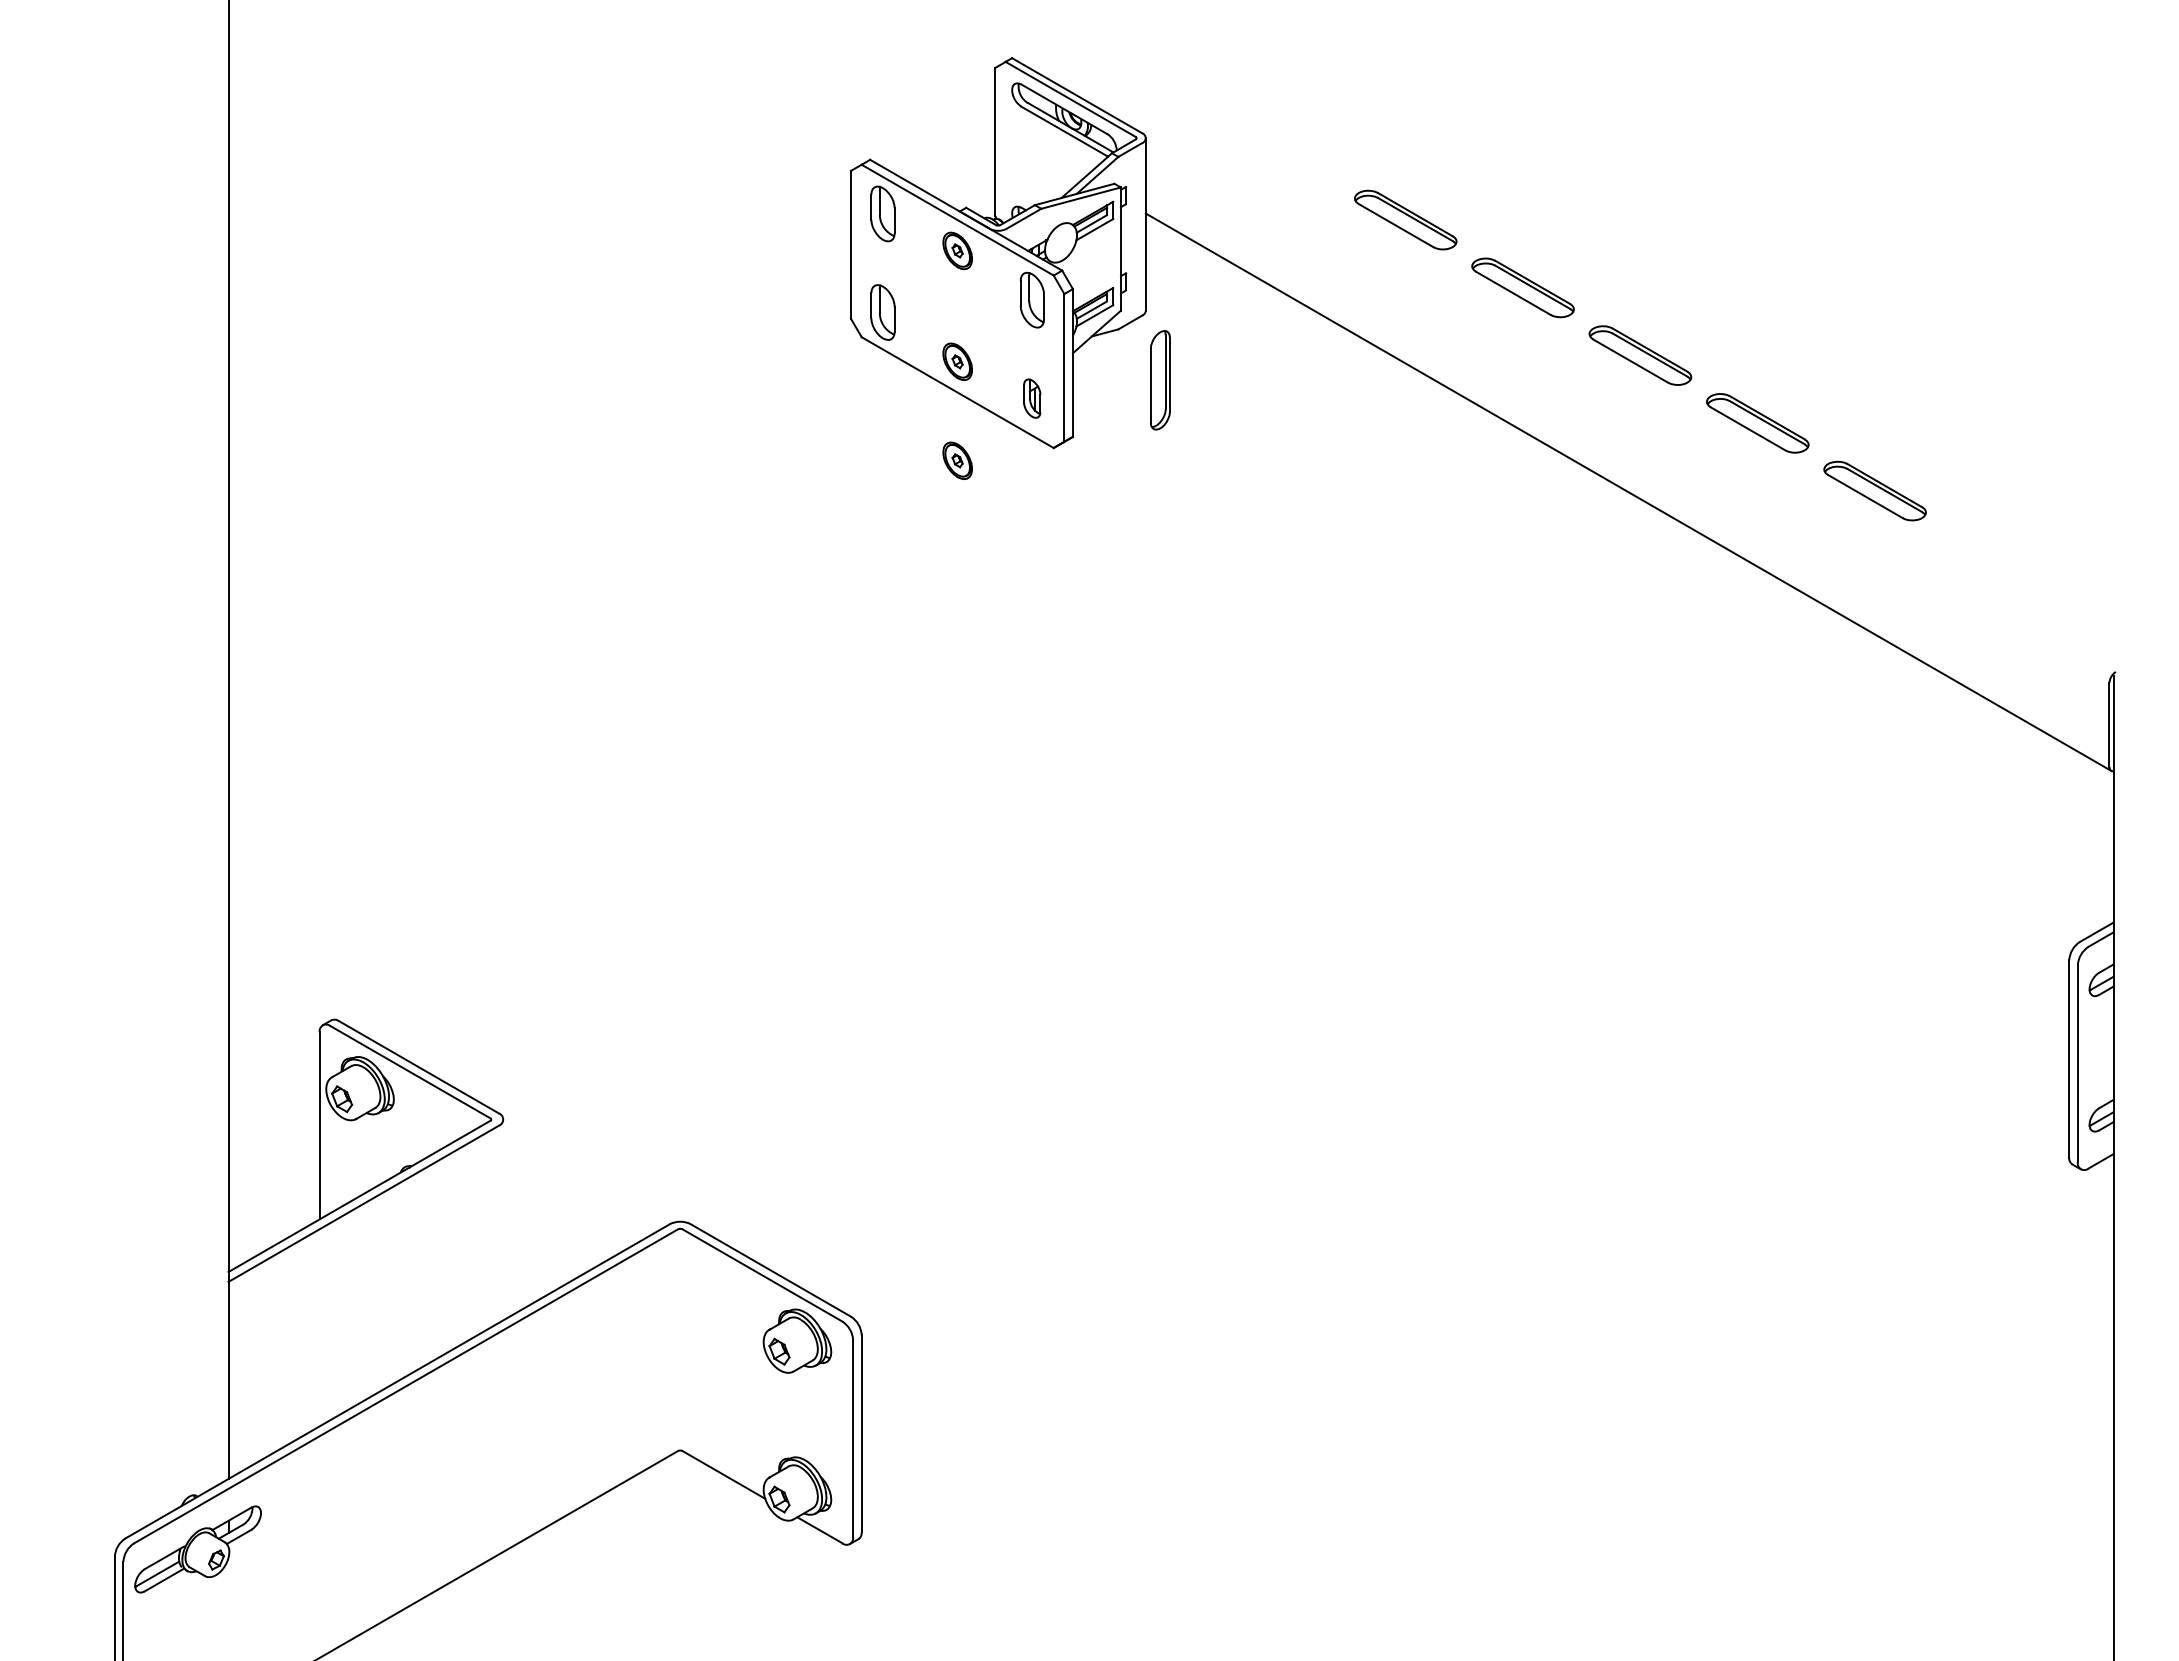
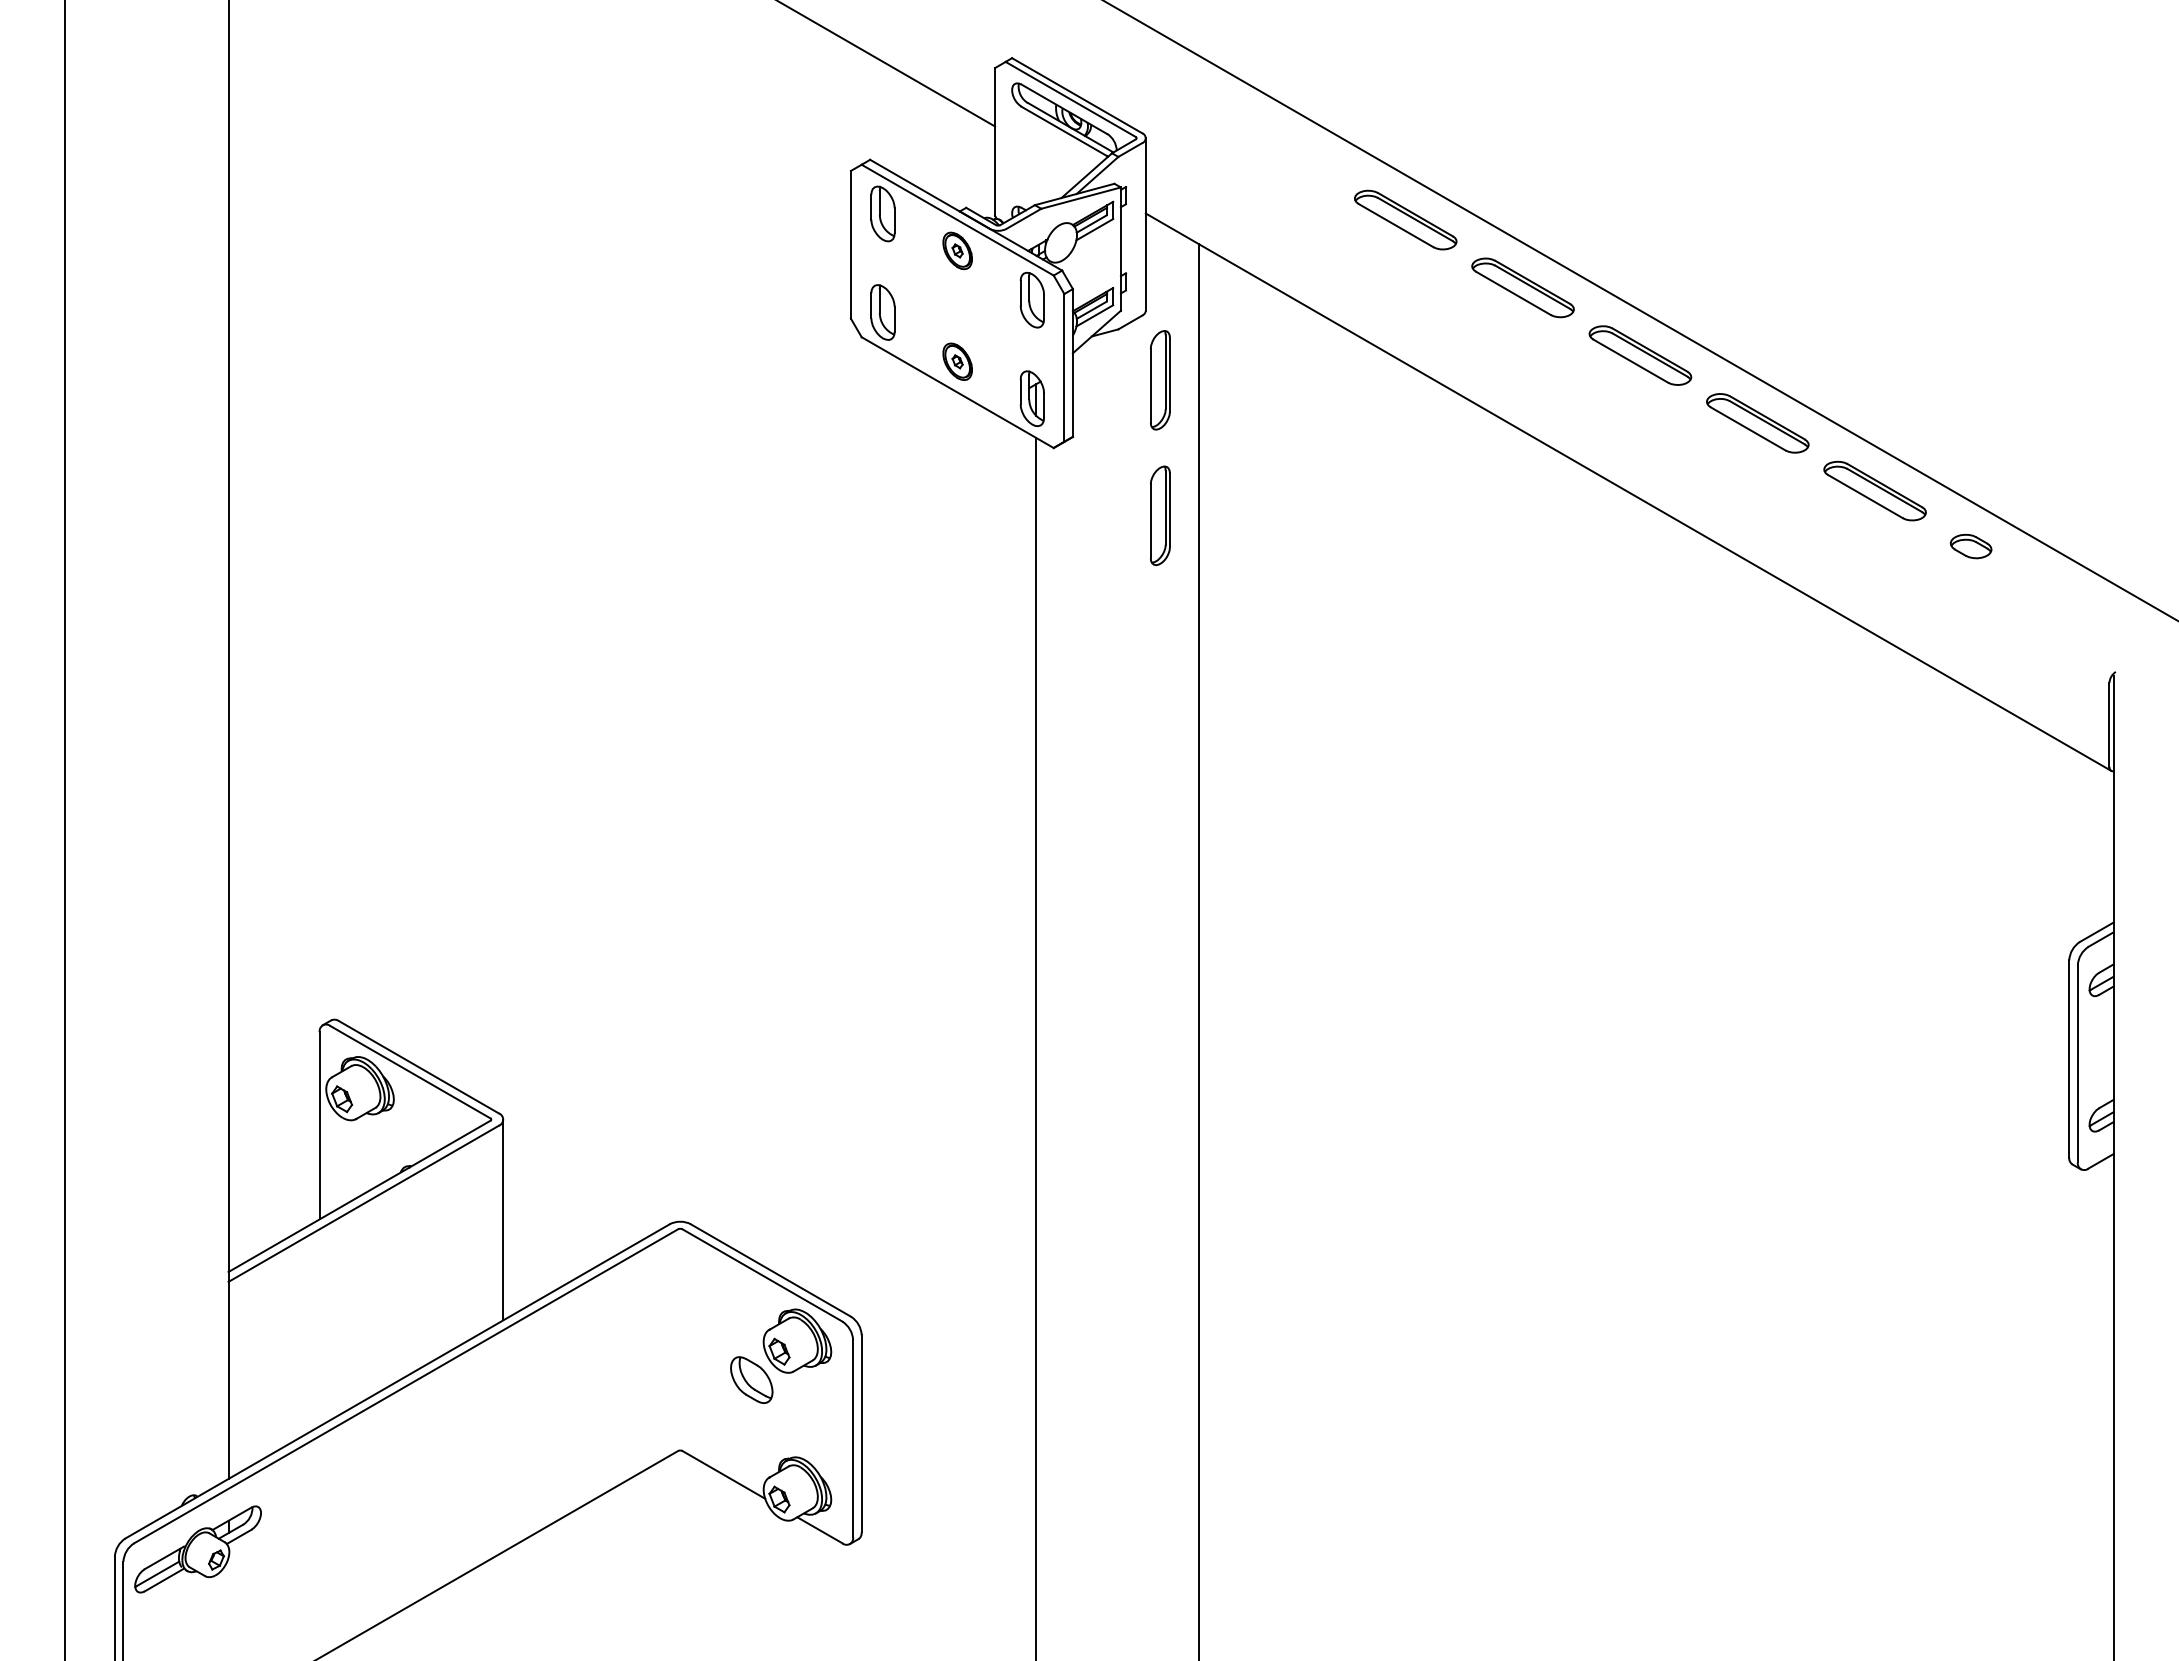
line at (887, 64): none -> present
line at (1640, 310): none -> present
part at (1032, 398) size: 19x41 px -> 26x57 px
part at (957, 460): present -> none
part at (1160, 515): none -> present
part at (1970, 546): none -> present
line at (65, 829): none -> present
line at (1199, 950): none -> present
line at (1036, 1047): none -> present
line at (503, 1219): none -> present
part at (751, 1379): none -> present
